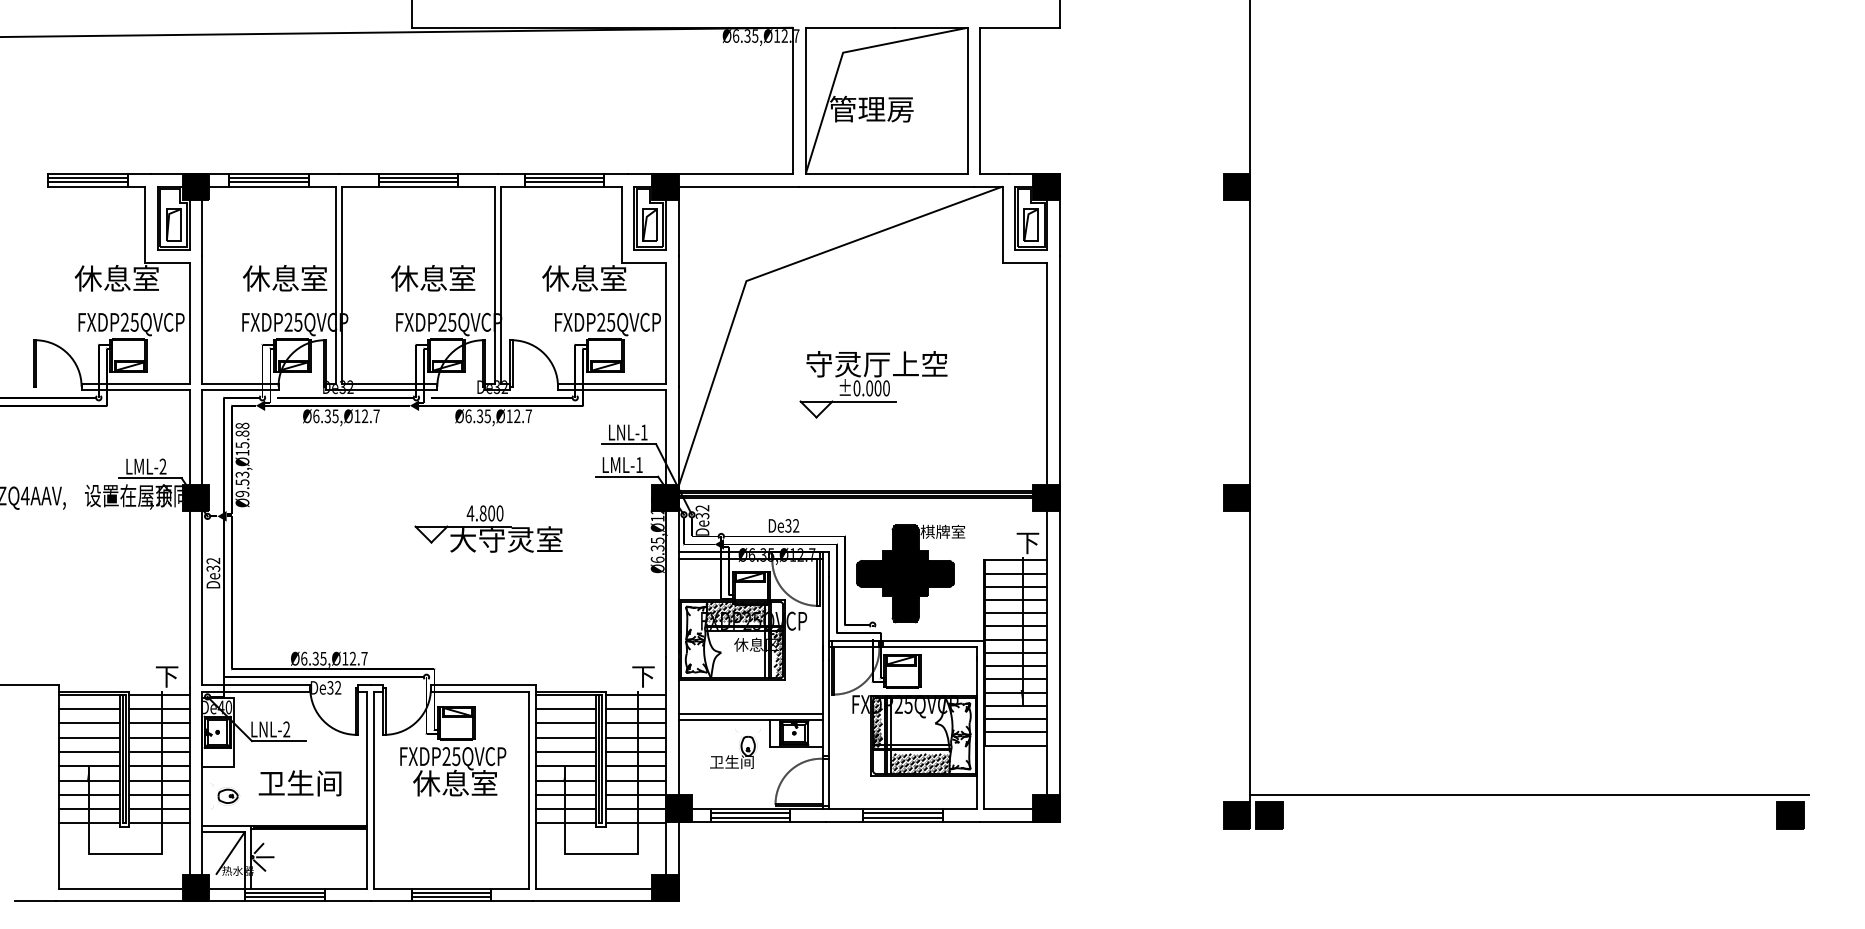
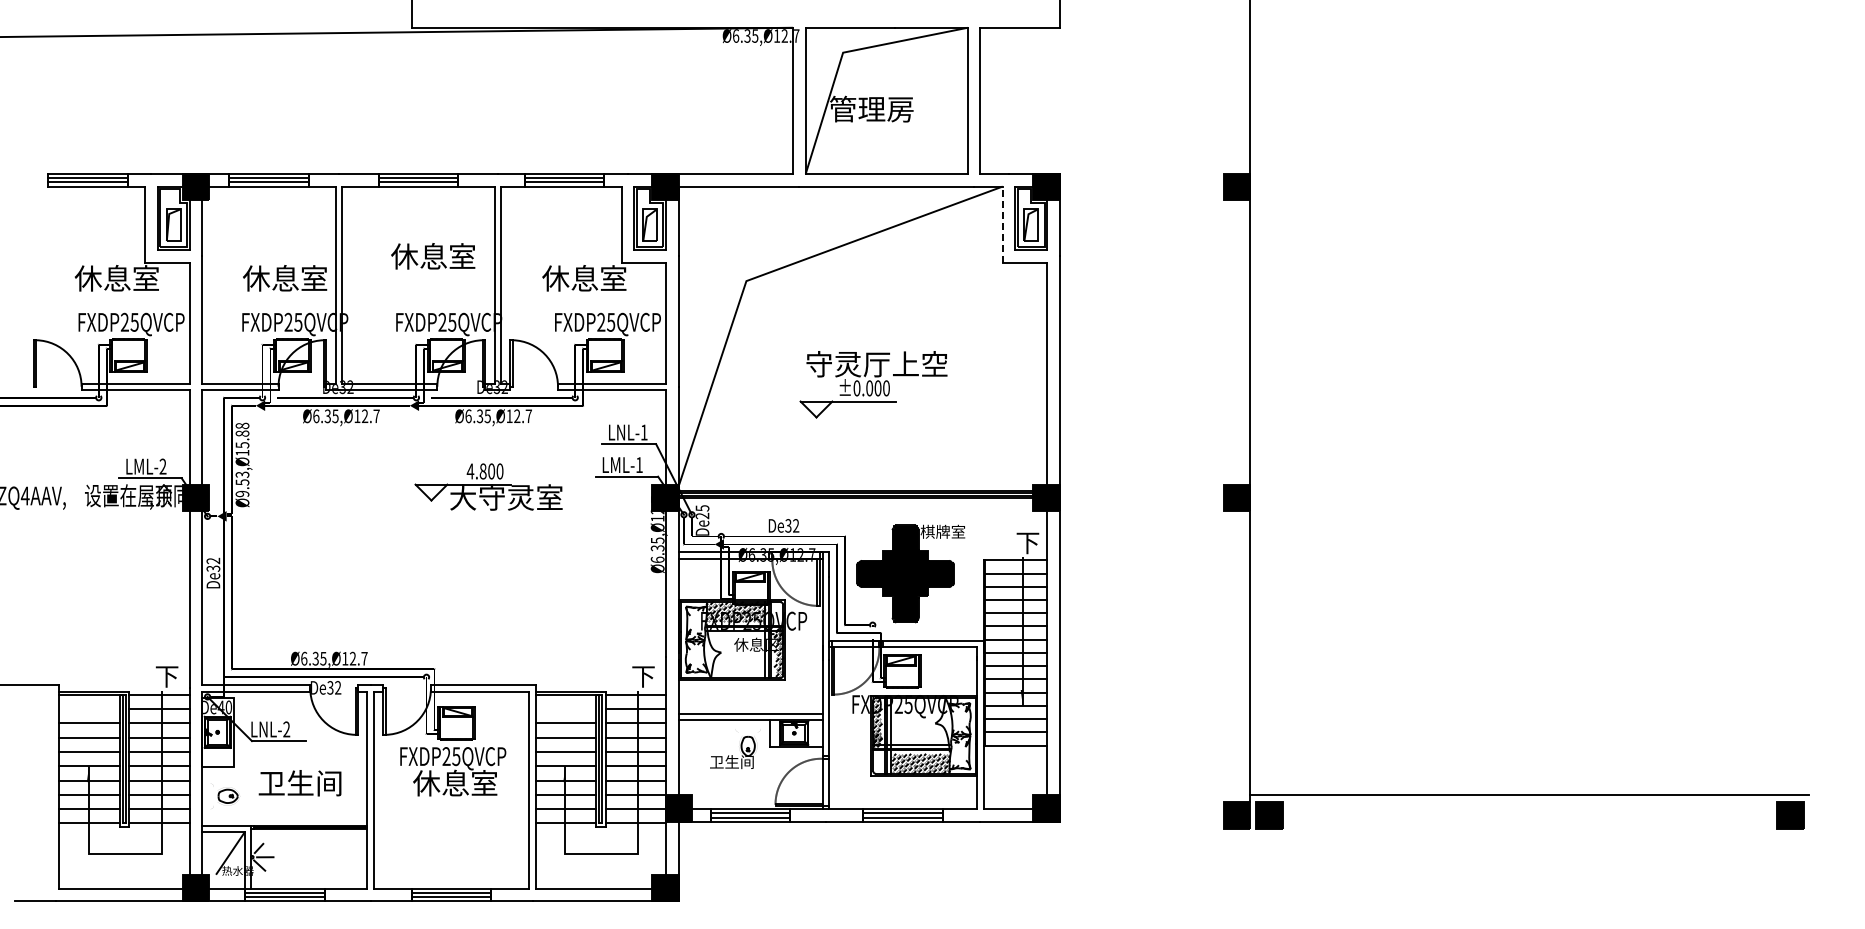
line at (1002, 224): solid -> dashed
text at (433, 278) position: (433, 278) -> (433, 256)
text at (702, 512): De32 -> De25
part at (488, 528) position: (488, 528) -> (488, 486)
line at (89, 709): present -> none
line at (565, 709): present -> none
